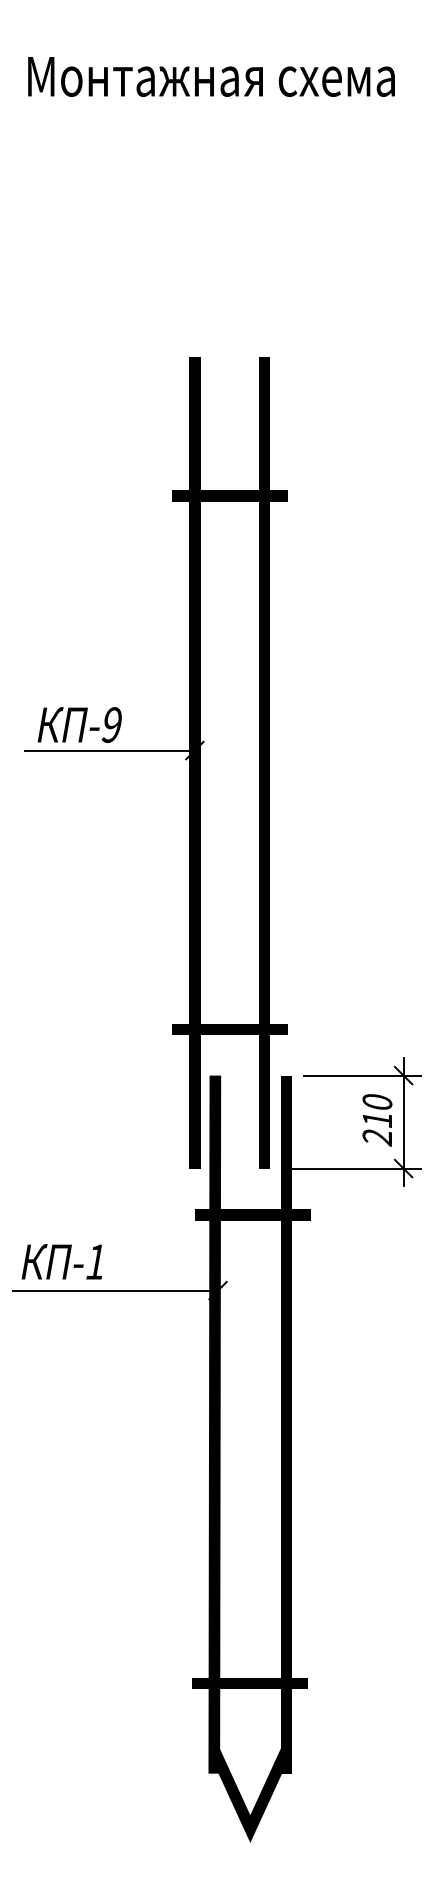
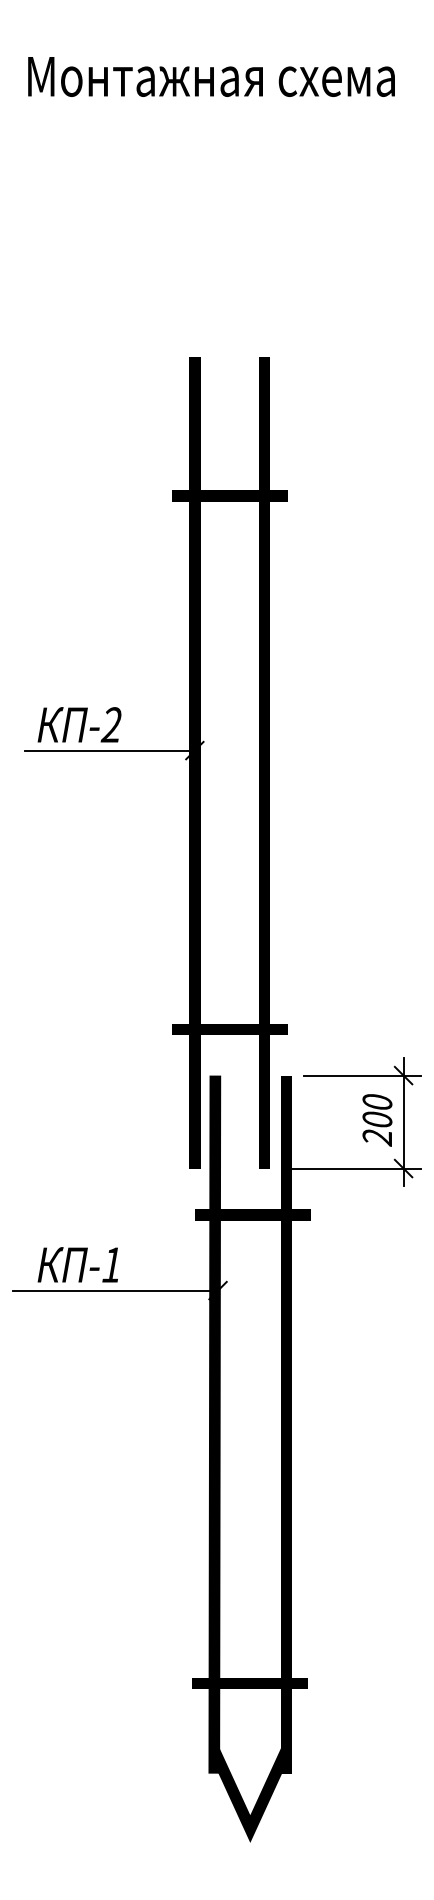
text at (110, 724): -9 -> -2
text at (377, 1119): 210 -> 200
text at (61, 1261) position: (61, 1261) -> (77, 1264)
